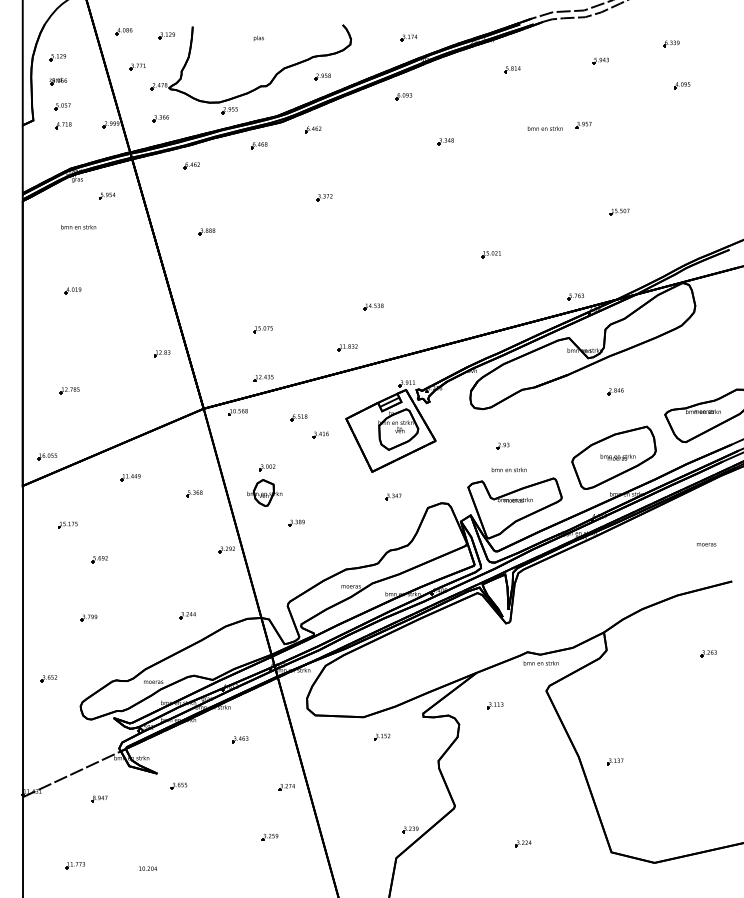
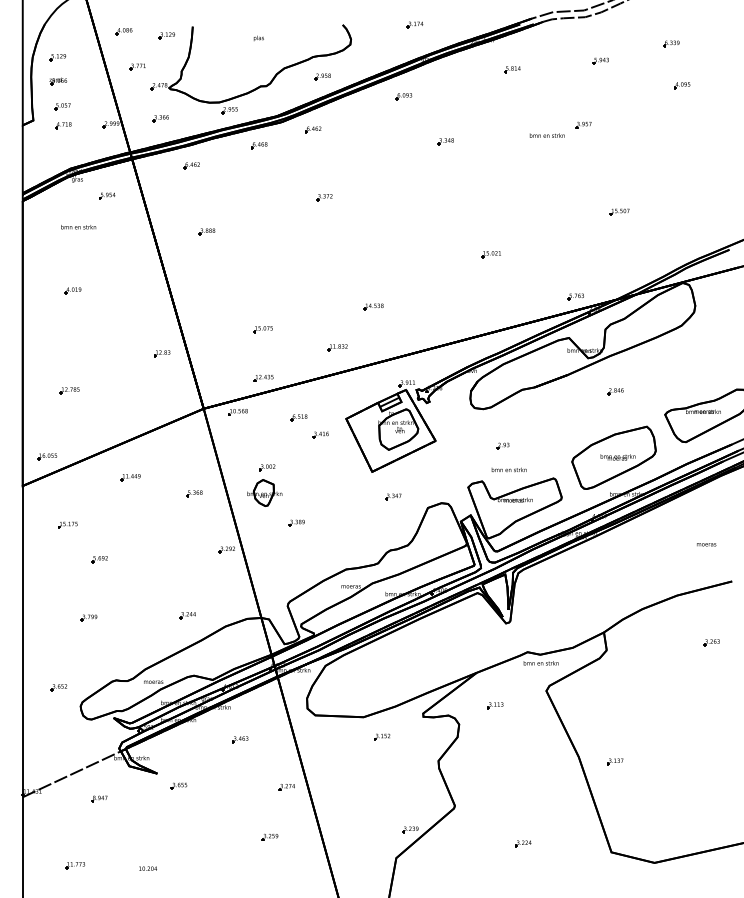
part at (408, 37) position: (408, 37) -> (414, 24)
text at (544, 128) position: (544, 128) -> (546, 135)
part at (347, 347) position: (347, 347) -> (337, 347)
part at (708, 653) position: (708, 653) -> (711, 642)
part at (48, 678) position: (48, 678) -> (58, 687)
